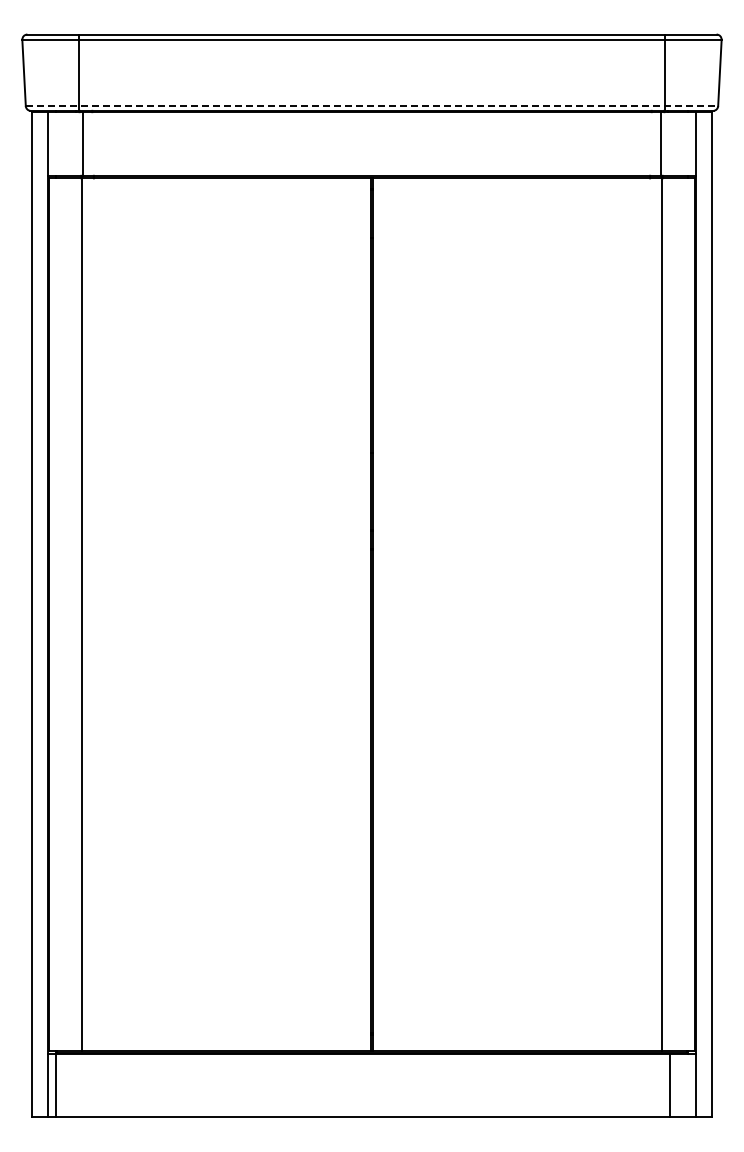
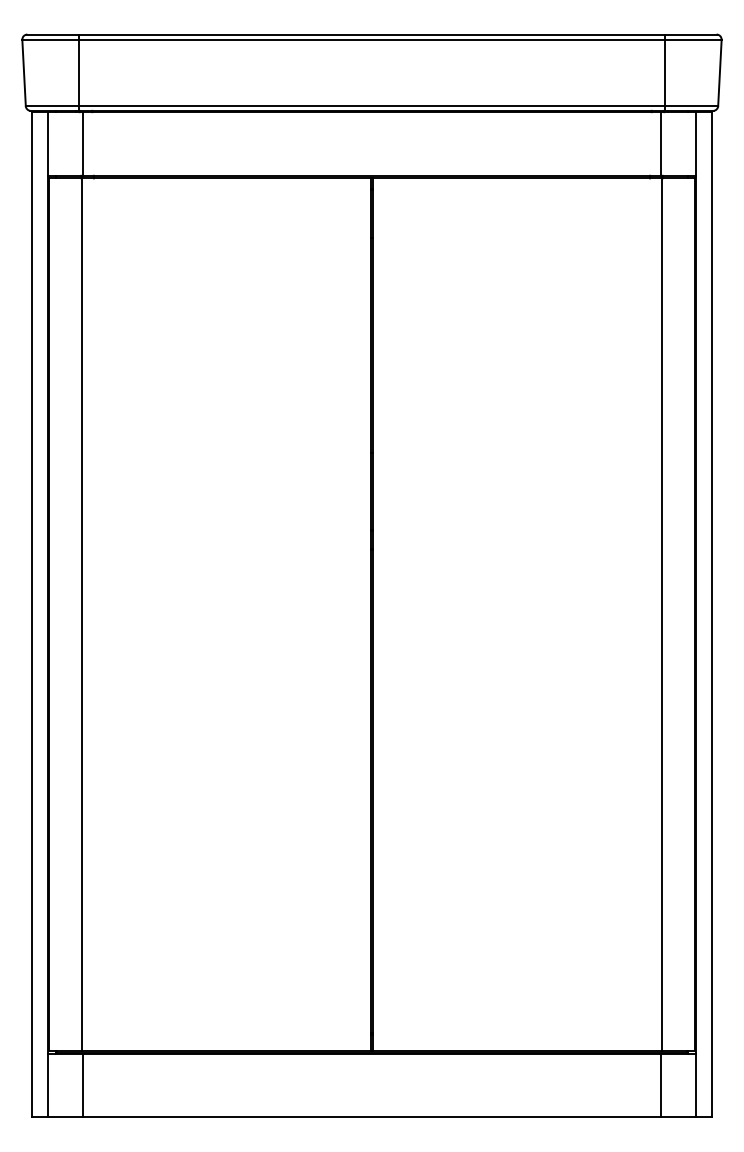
line at (372, 106): dashed -> solid
line at (55, 1085) position: (55, 1085) -> (82, 1085)
line at (670, 1085) position: (670, 1085) -> (661, 1085)
